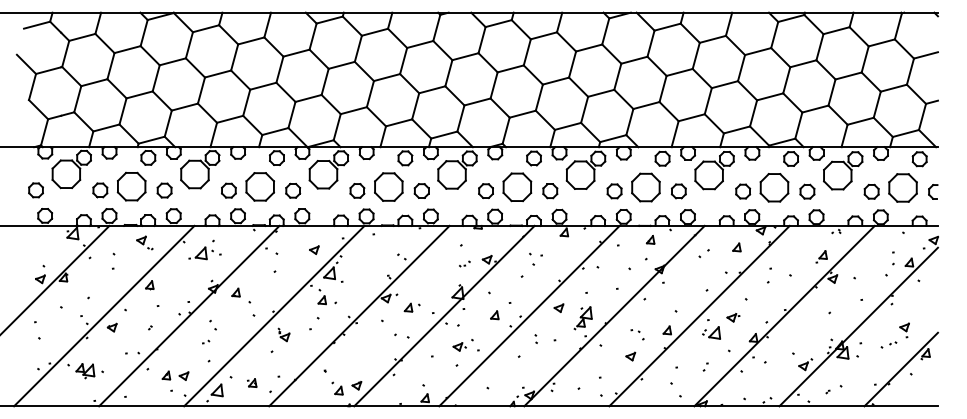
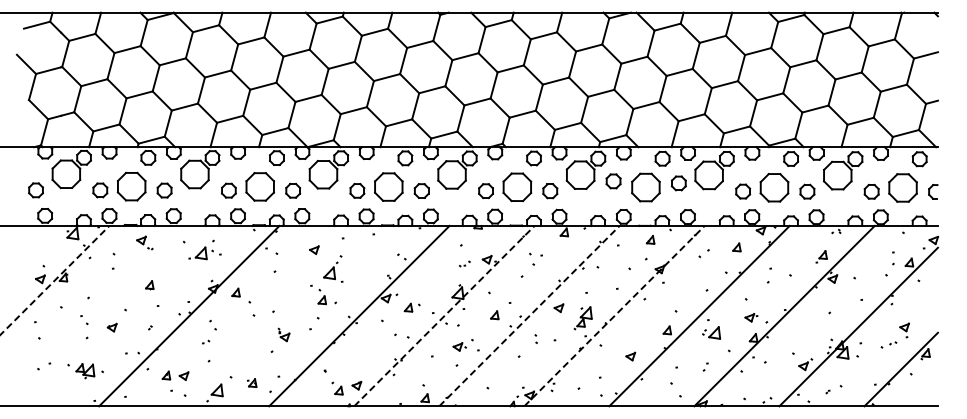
part at (614, 191) position: (614, 191) -> (613, 181)
part at (678, 191) position: (678, 191) -> (678, 183)
line at (55, 280): solid -> dashed
line at (104, 315): present -> none
line at (274, 315): present -> none
line at (444, 316): solid -> dashed
line at (529, 316): solid -> dashed
line at (614, 316): solid -> dashed
part at (733, 317) position: (733, 317) -> (751, 317)
part at (637, 334): present -> none
